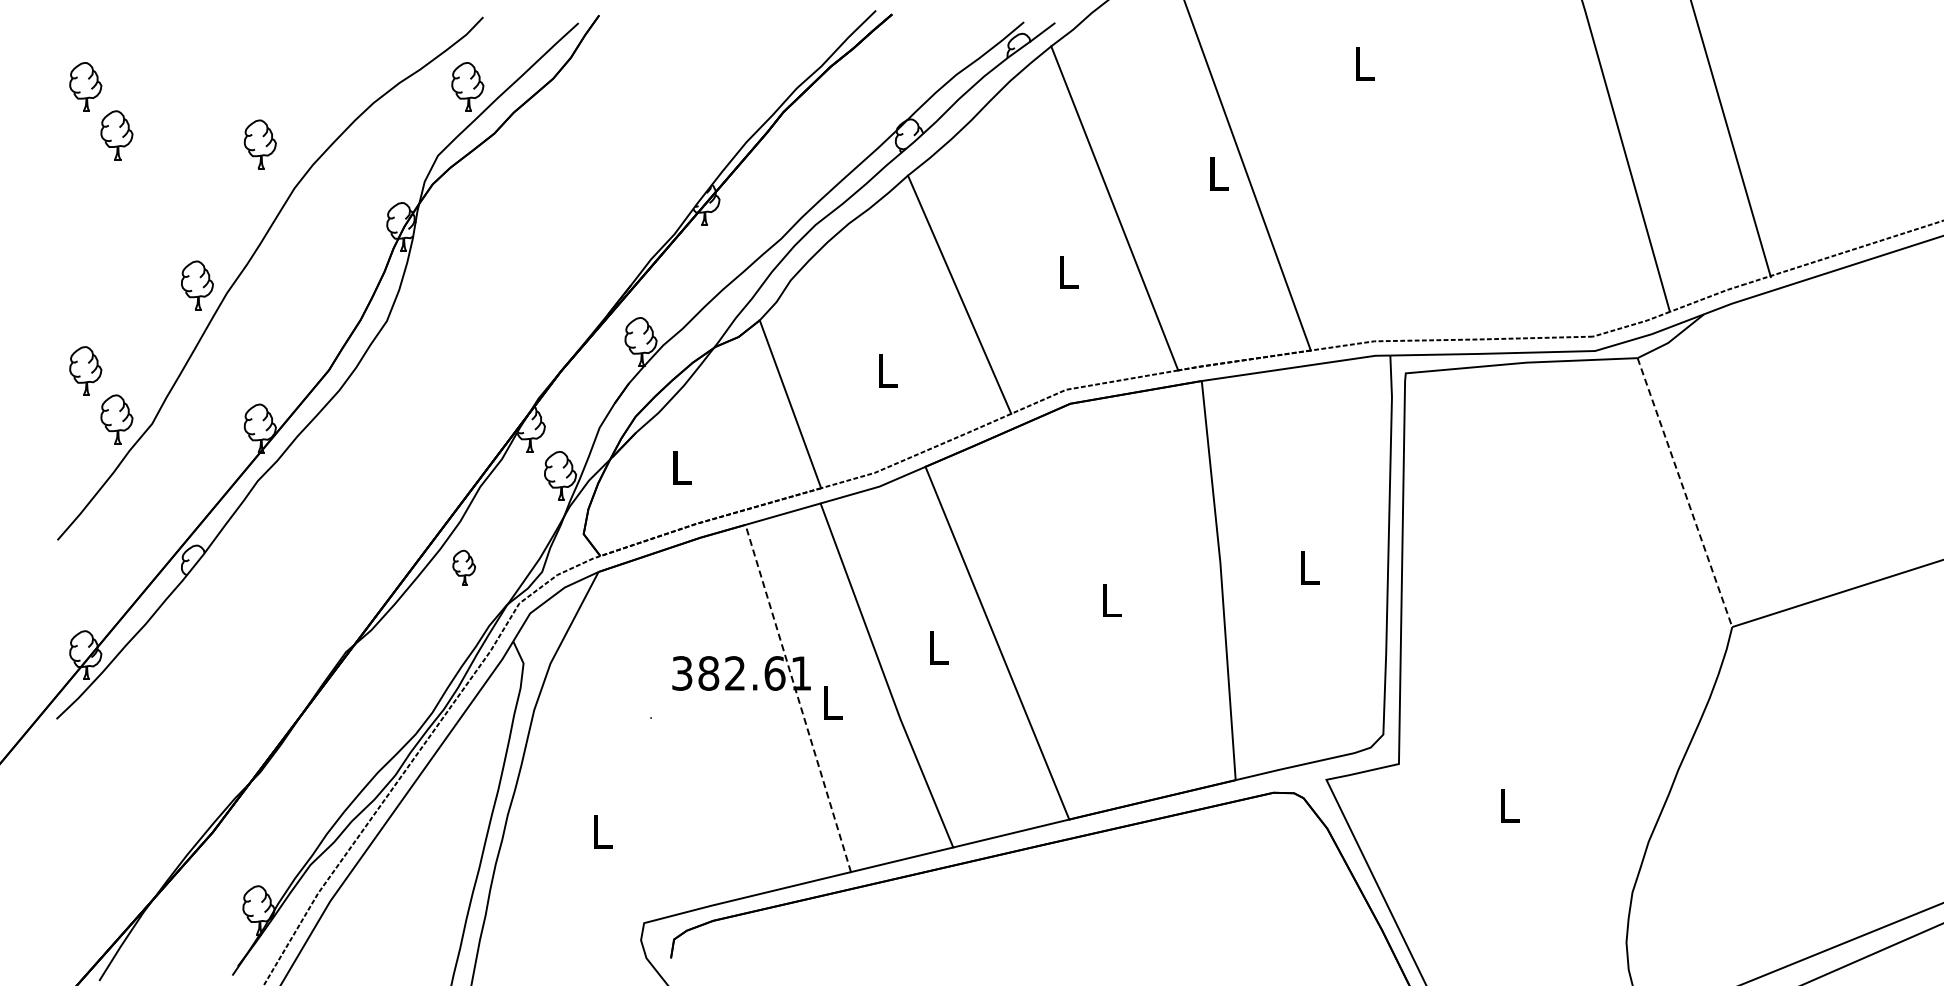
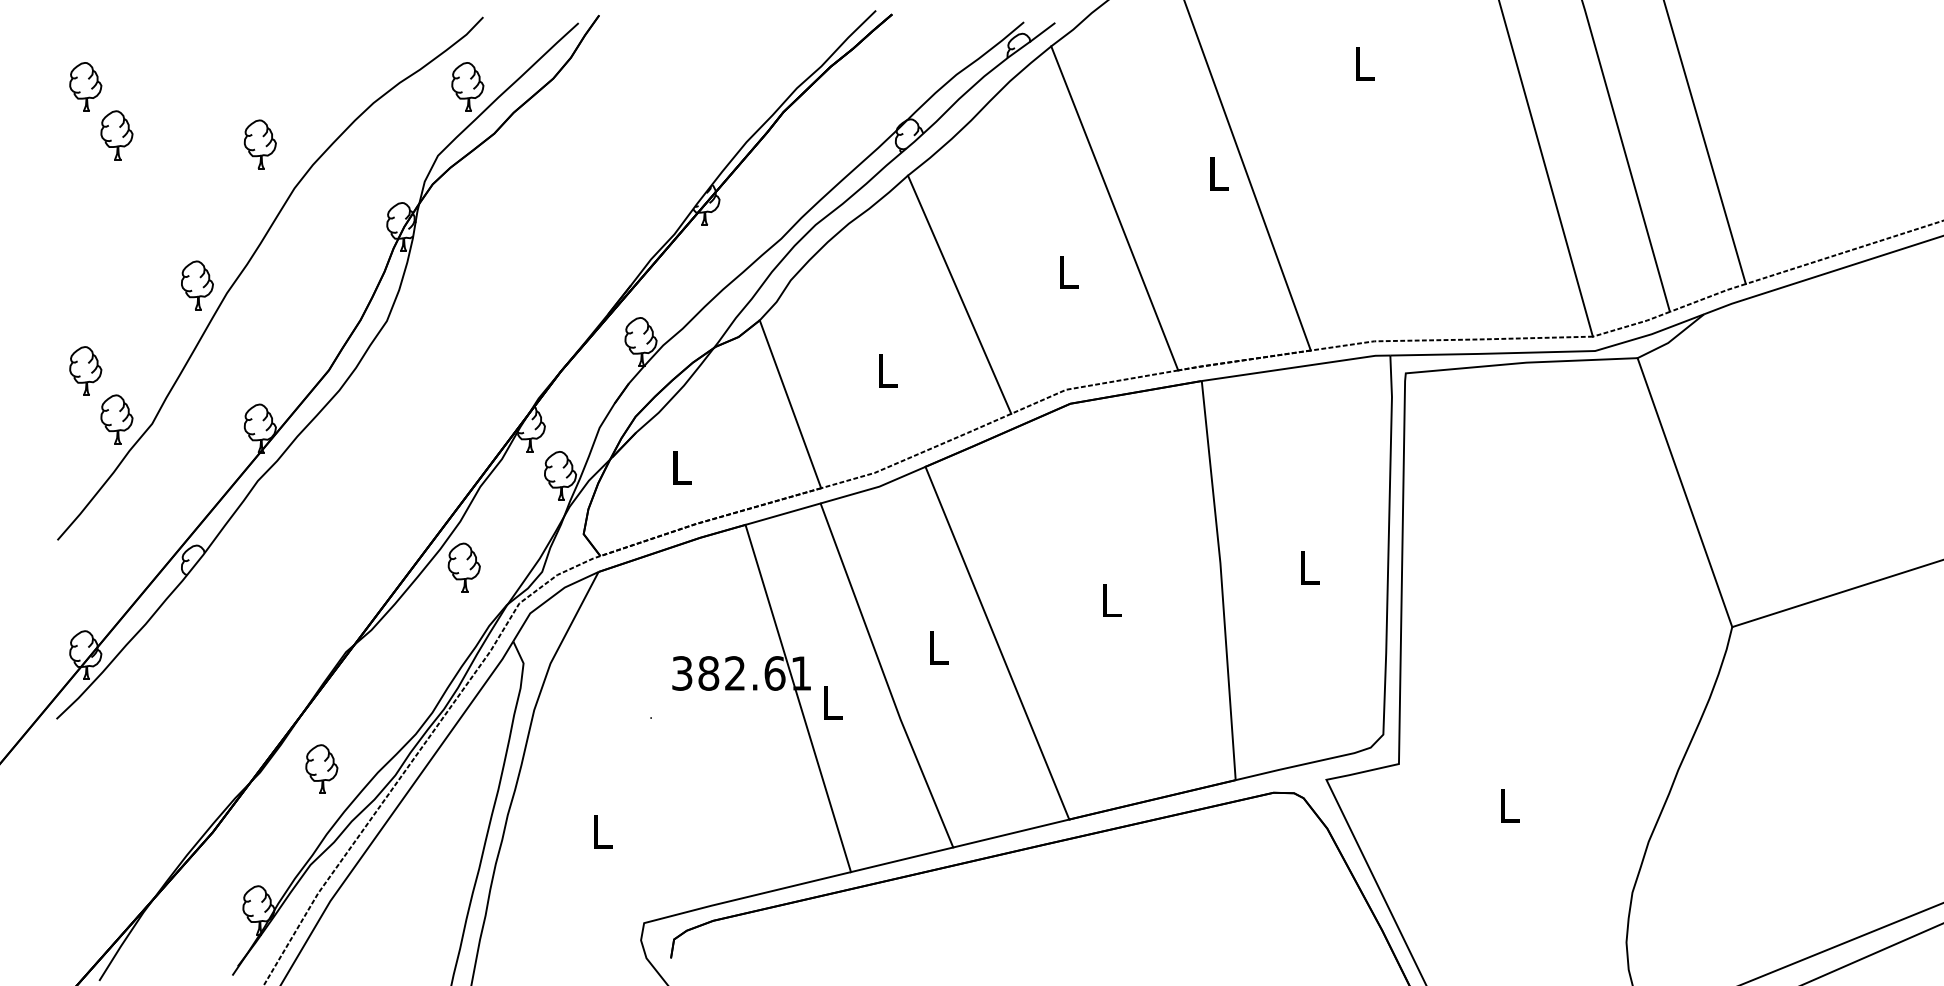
line at (1730, 139) position: (1730, 139) -> (1704, 143)
line at (1545, 169): none -> present
line at (1684, 492): dashed -> solid
part at (463, 567) size: 24x37 px -> 34x51 px
line at (798, 698): dashed -> solid
part at (321, 768): none -> present
